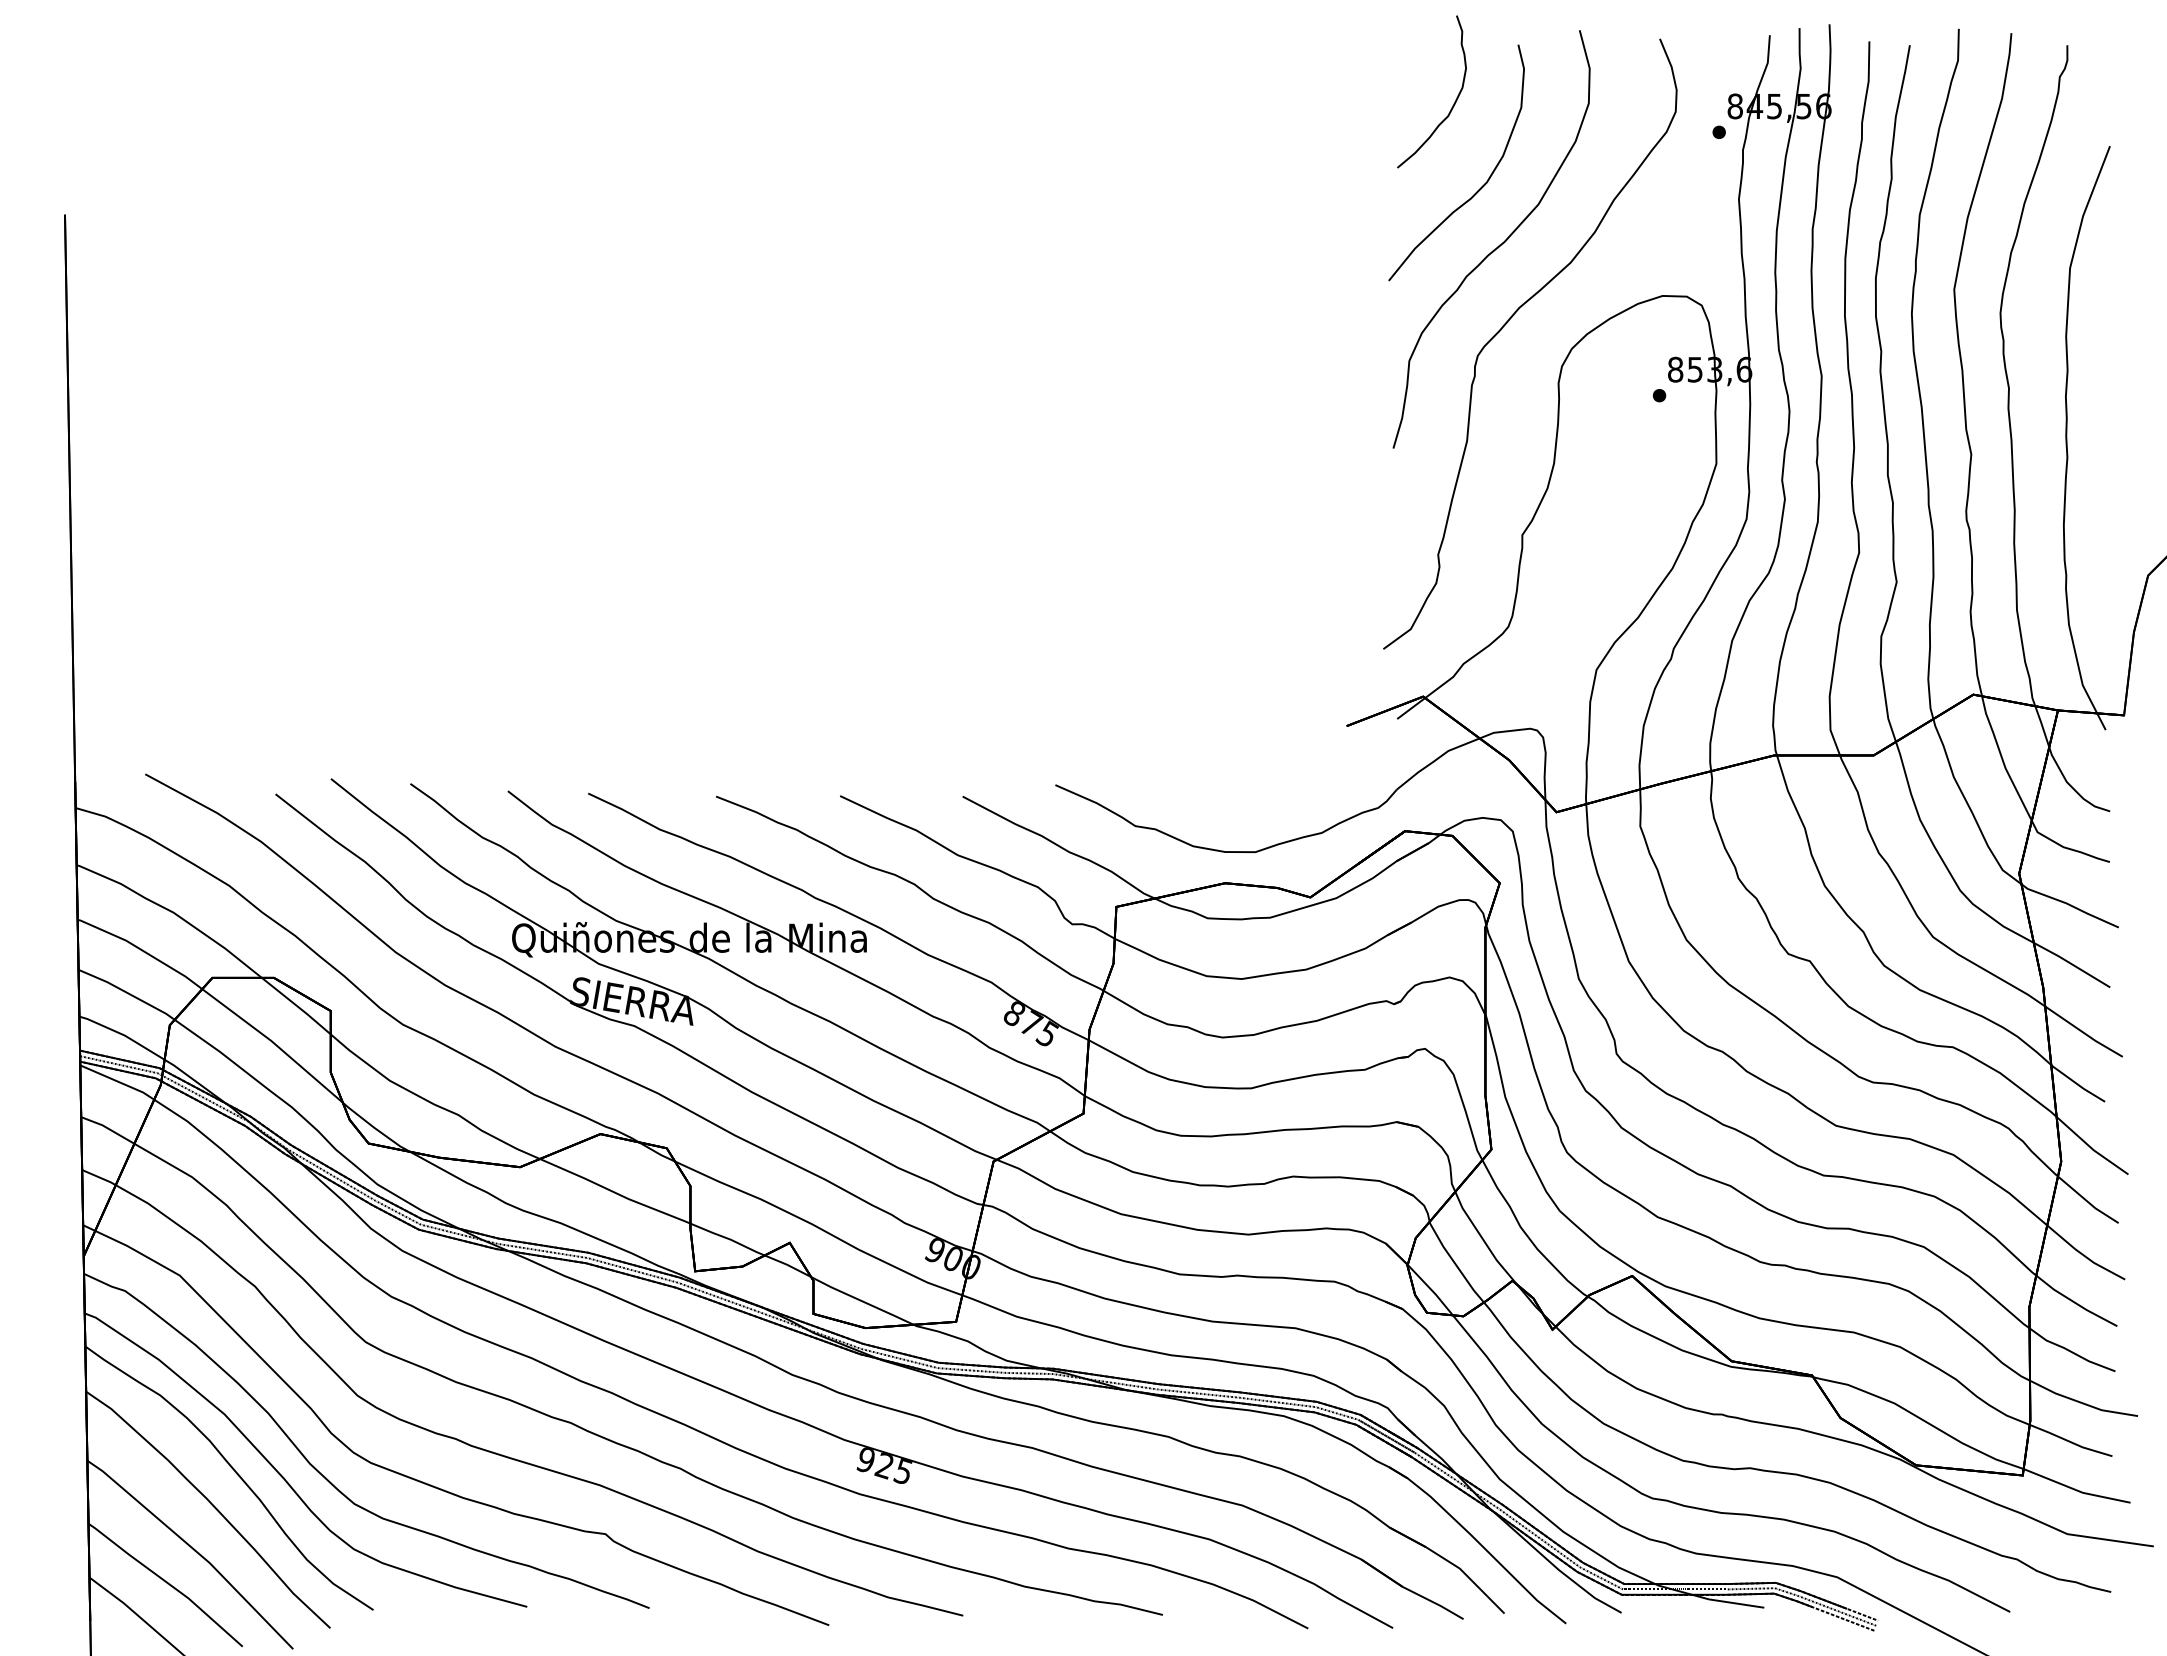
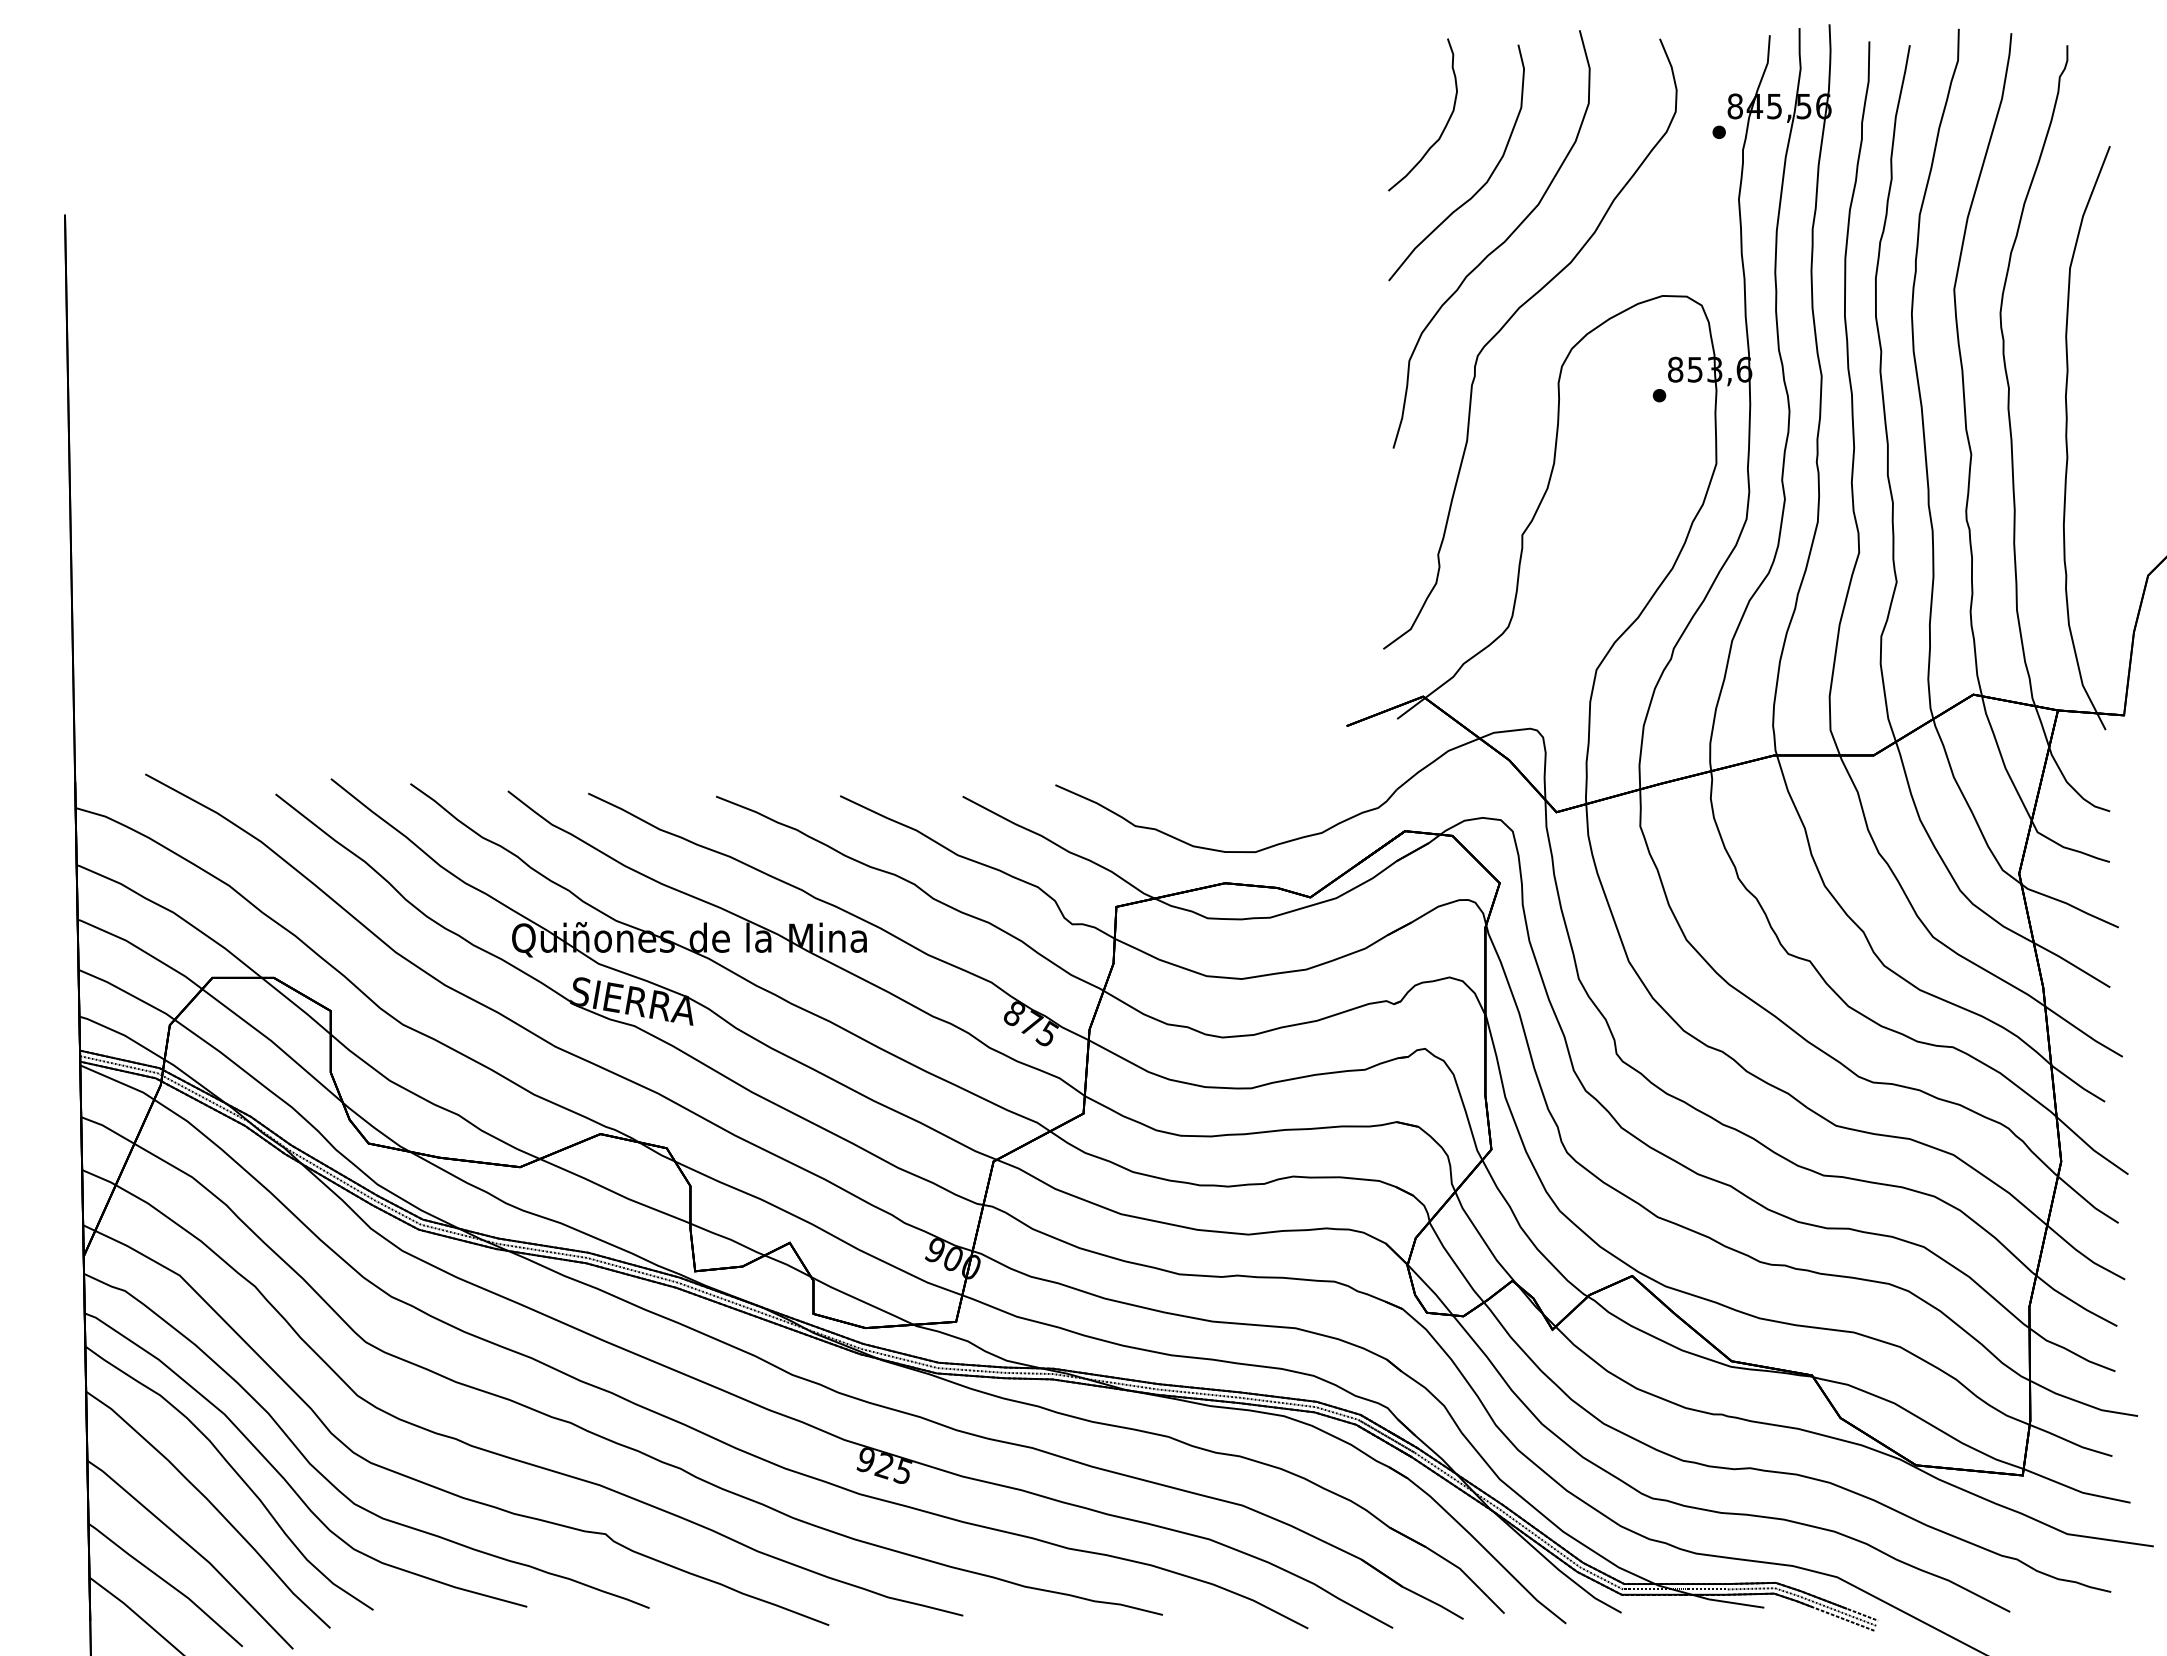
curve at (1453, 103) position: (1453, 103) -> (1444, 126)
